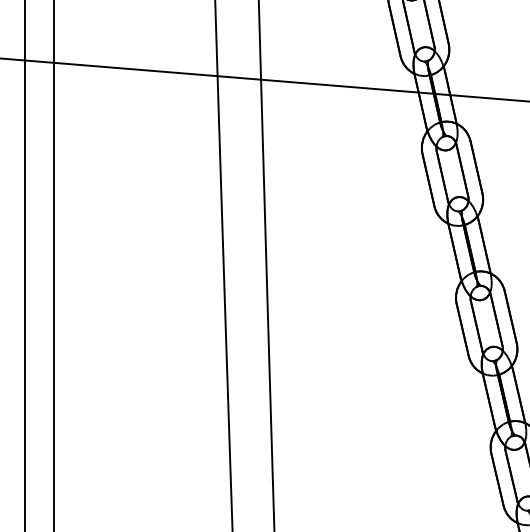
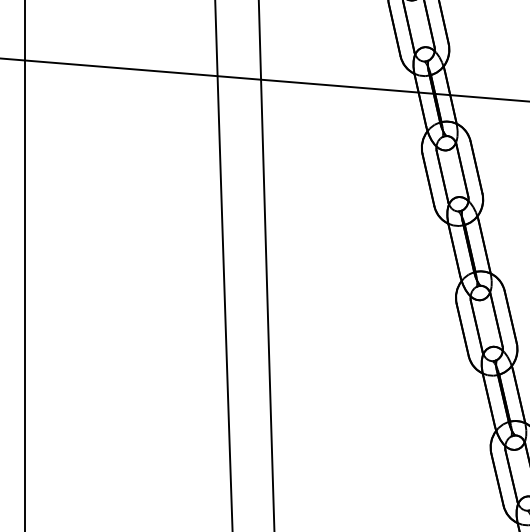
line at (53, 265): present -> none
